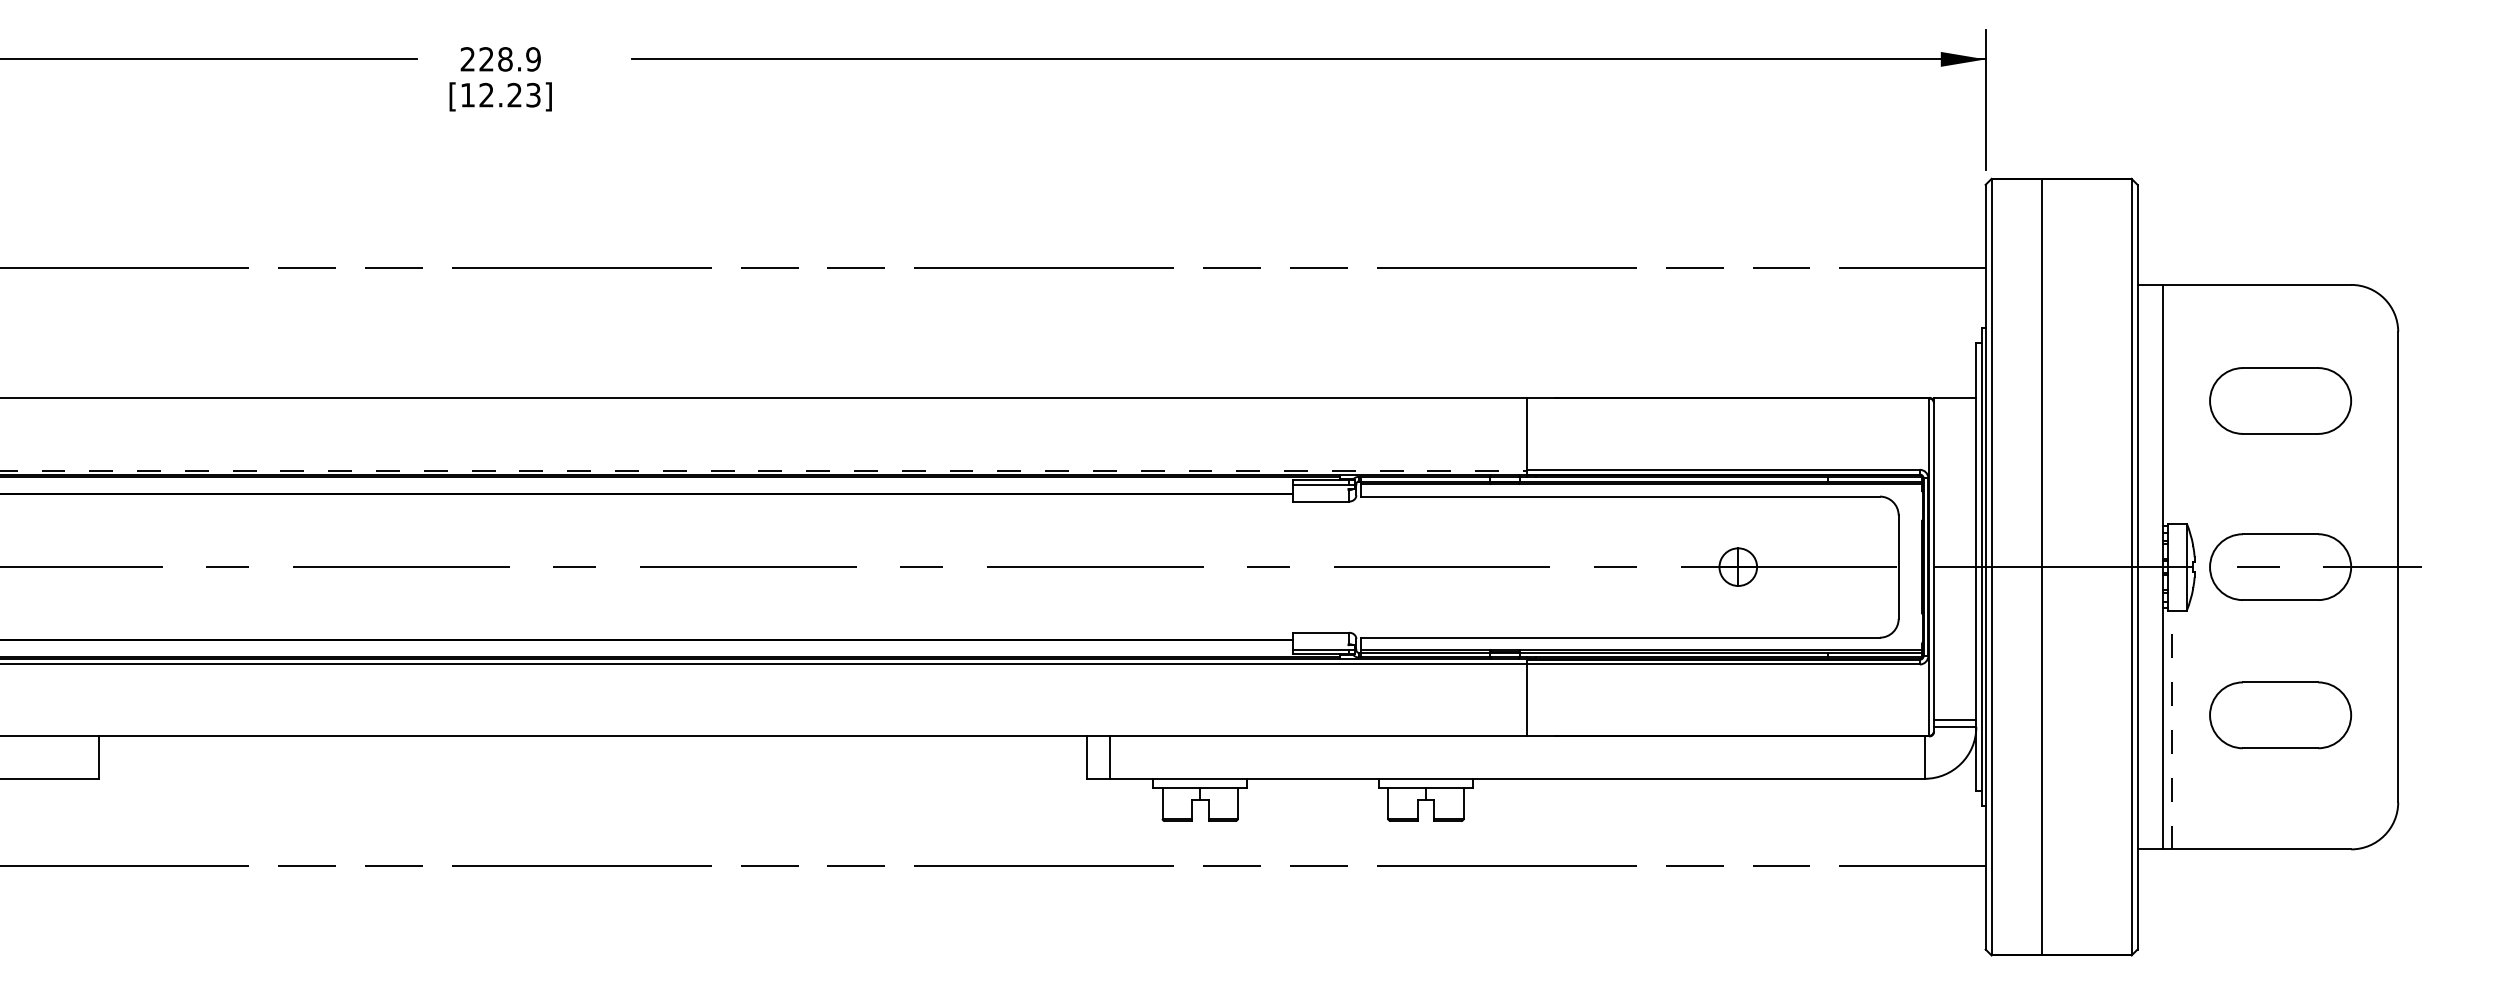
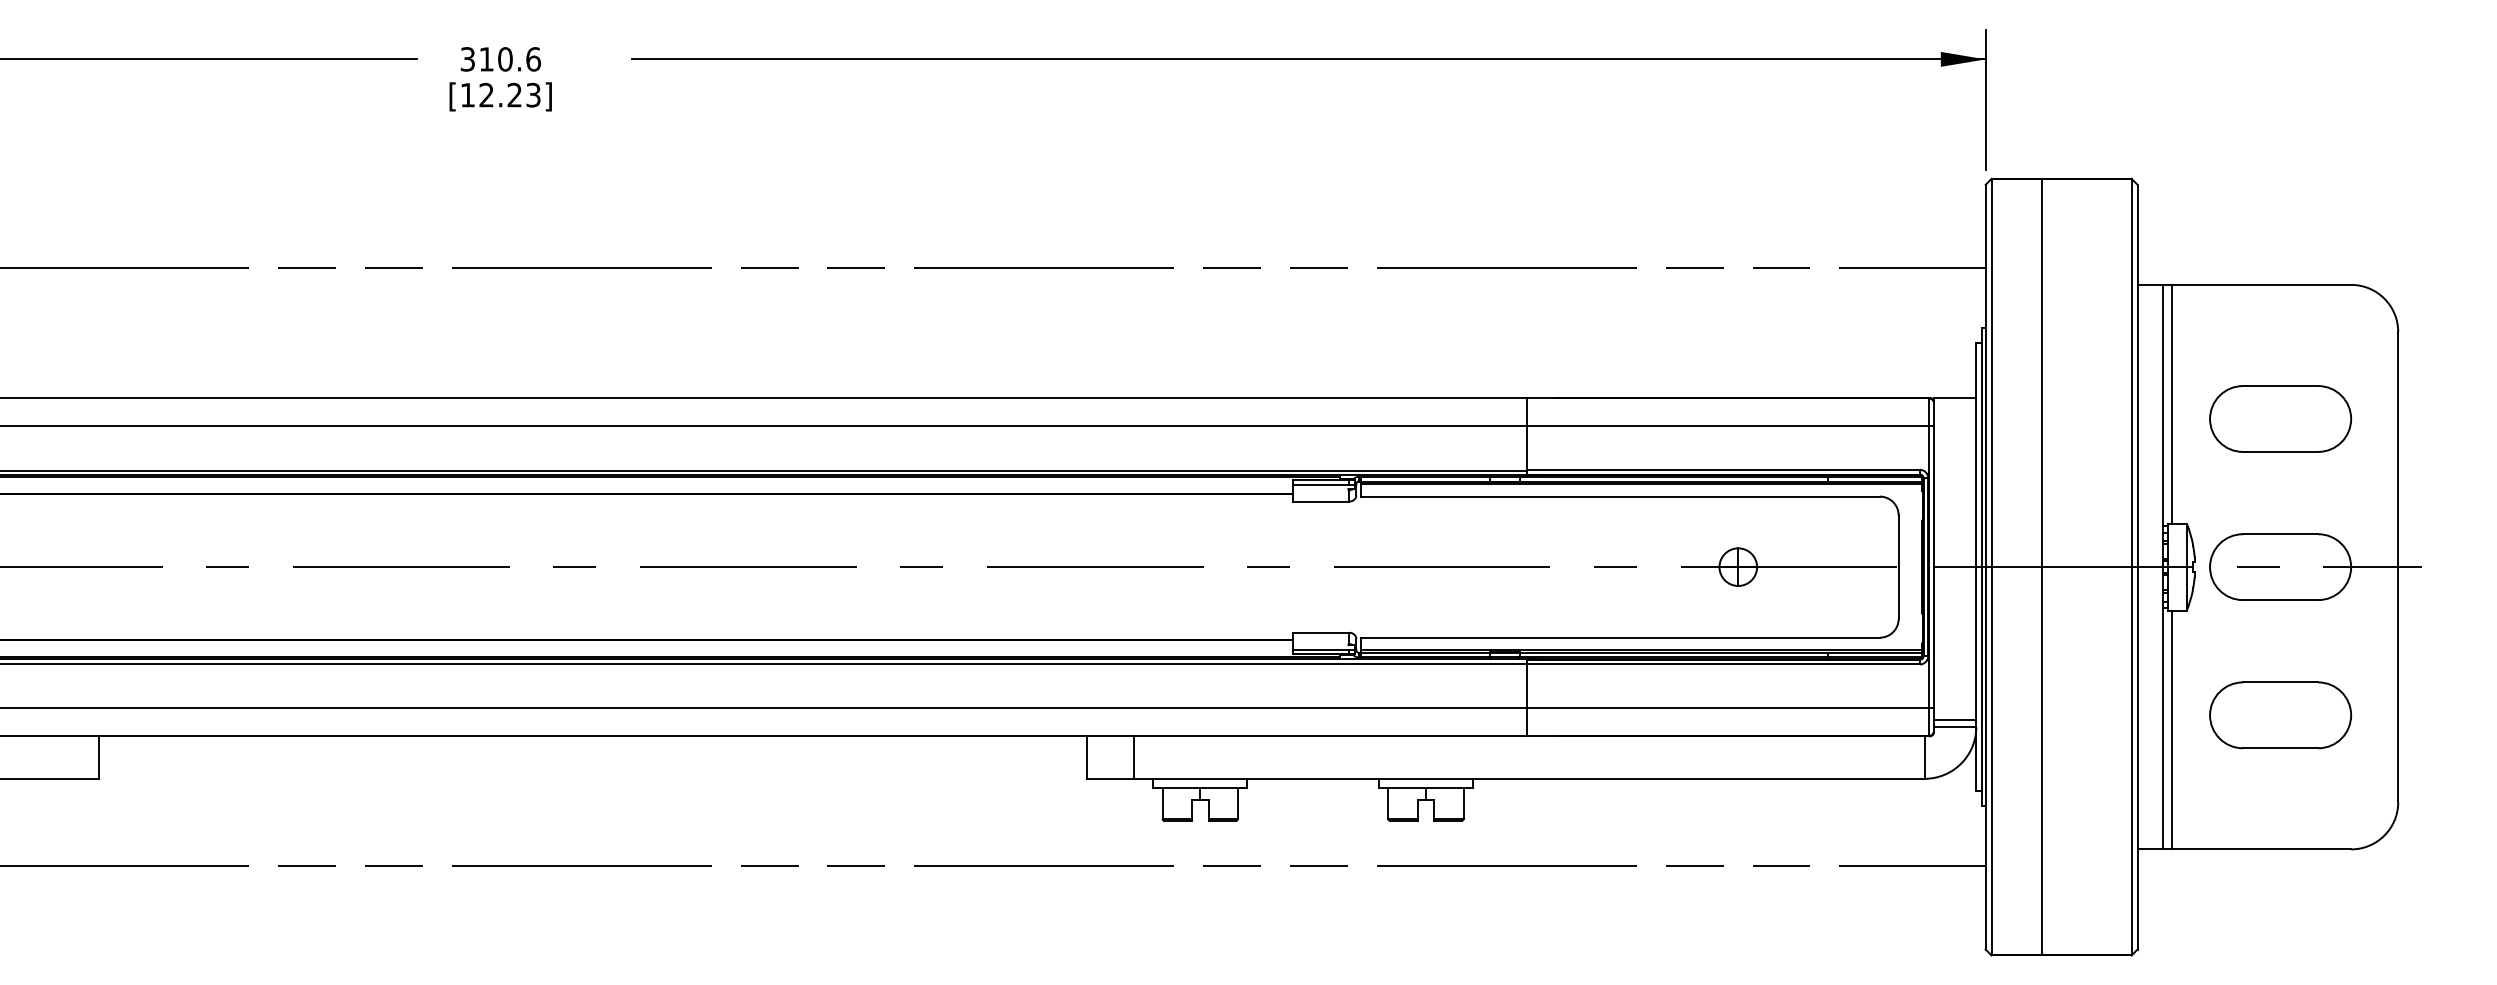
text at (500, 59): 228.9 -> 310.6
part at (2280, 400) position: (2280, 400) -> (2280, 418)
line at (2172, 403): none -> present
line at (967, 426): none -> present
line at (763, 470): dashed -> solid
line at (967, 708): none -> present
line at (2172, 729): dashed -> solid
line at (1110, 757) position: (1110, 757) -> (1134, 757)
